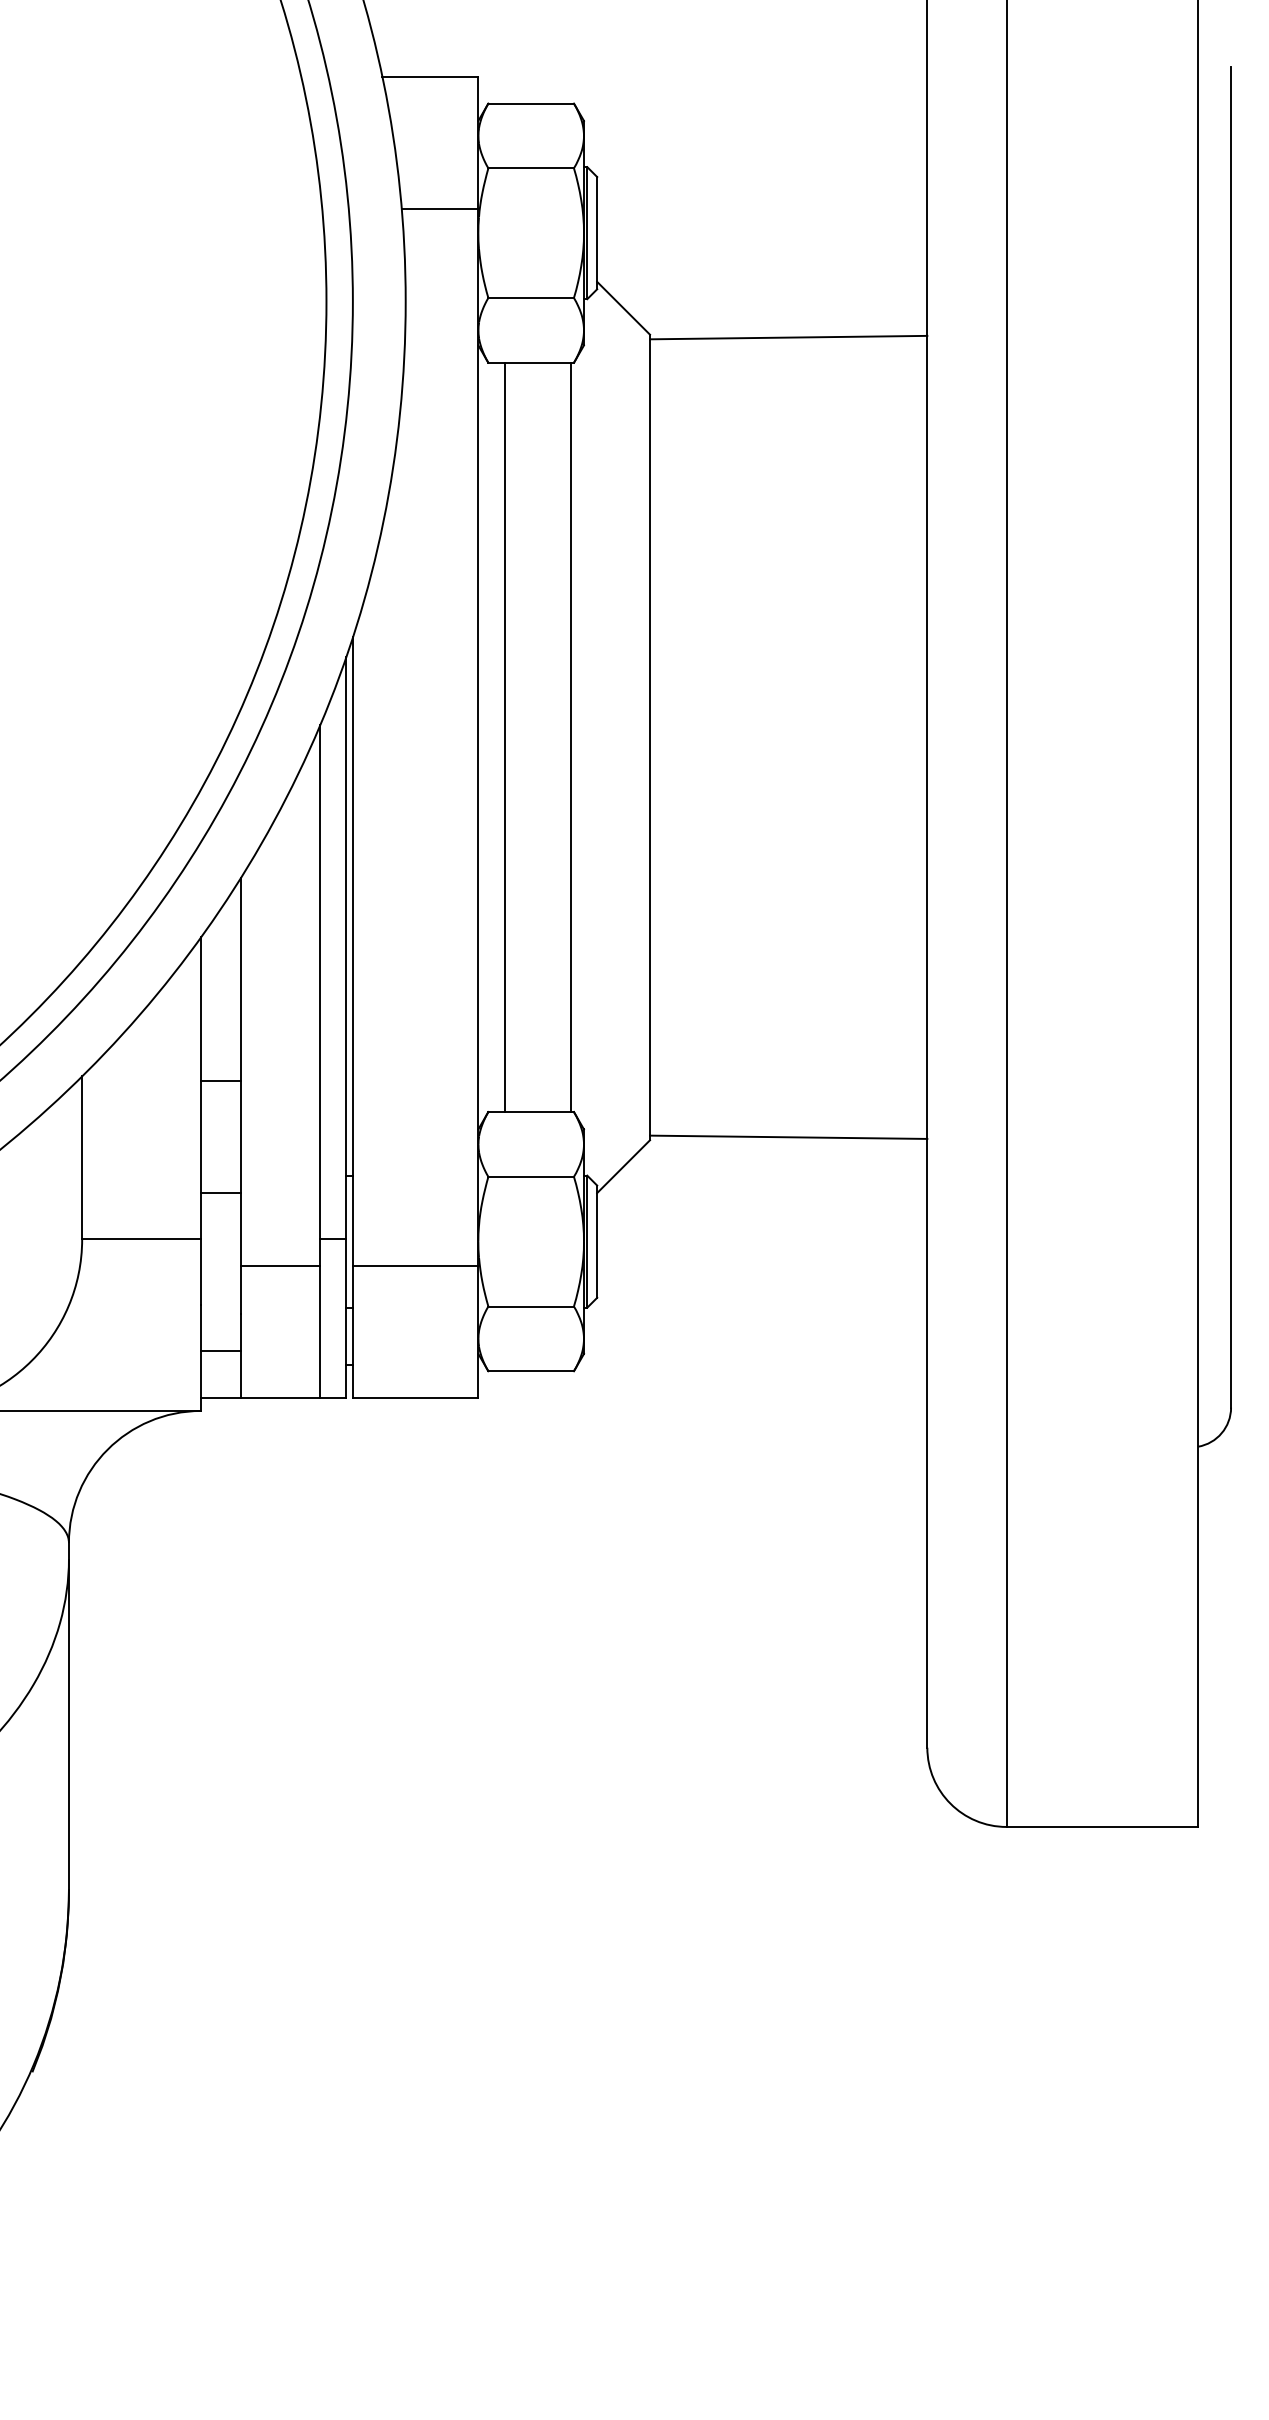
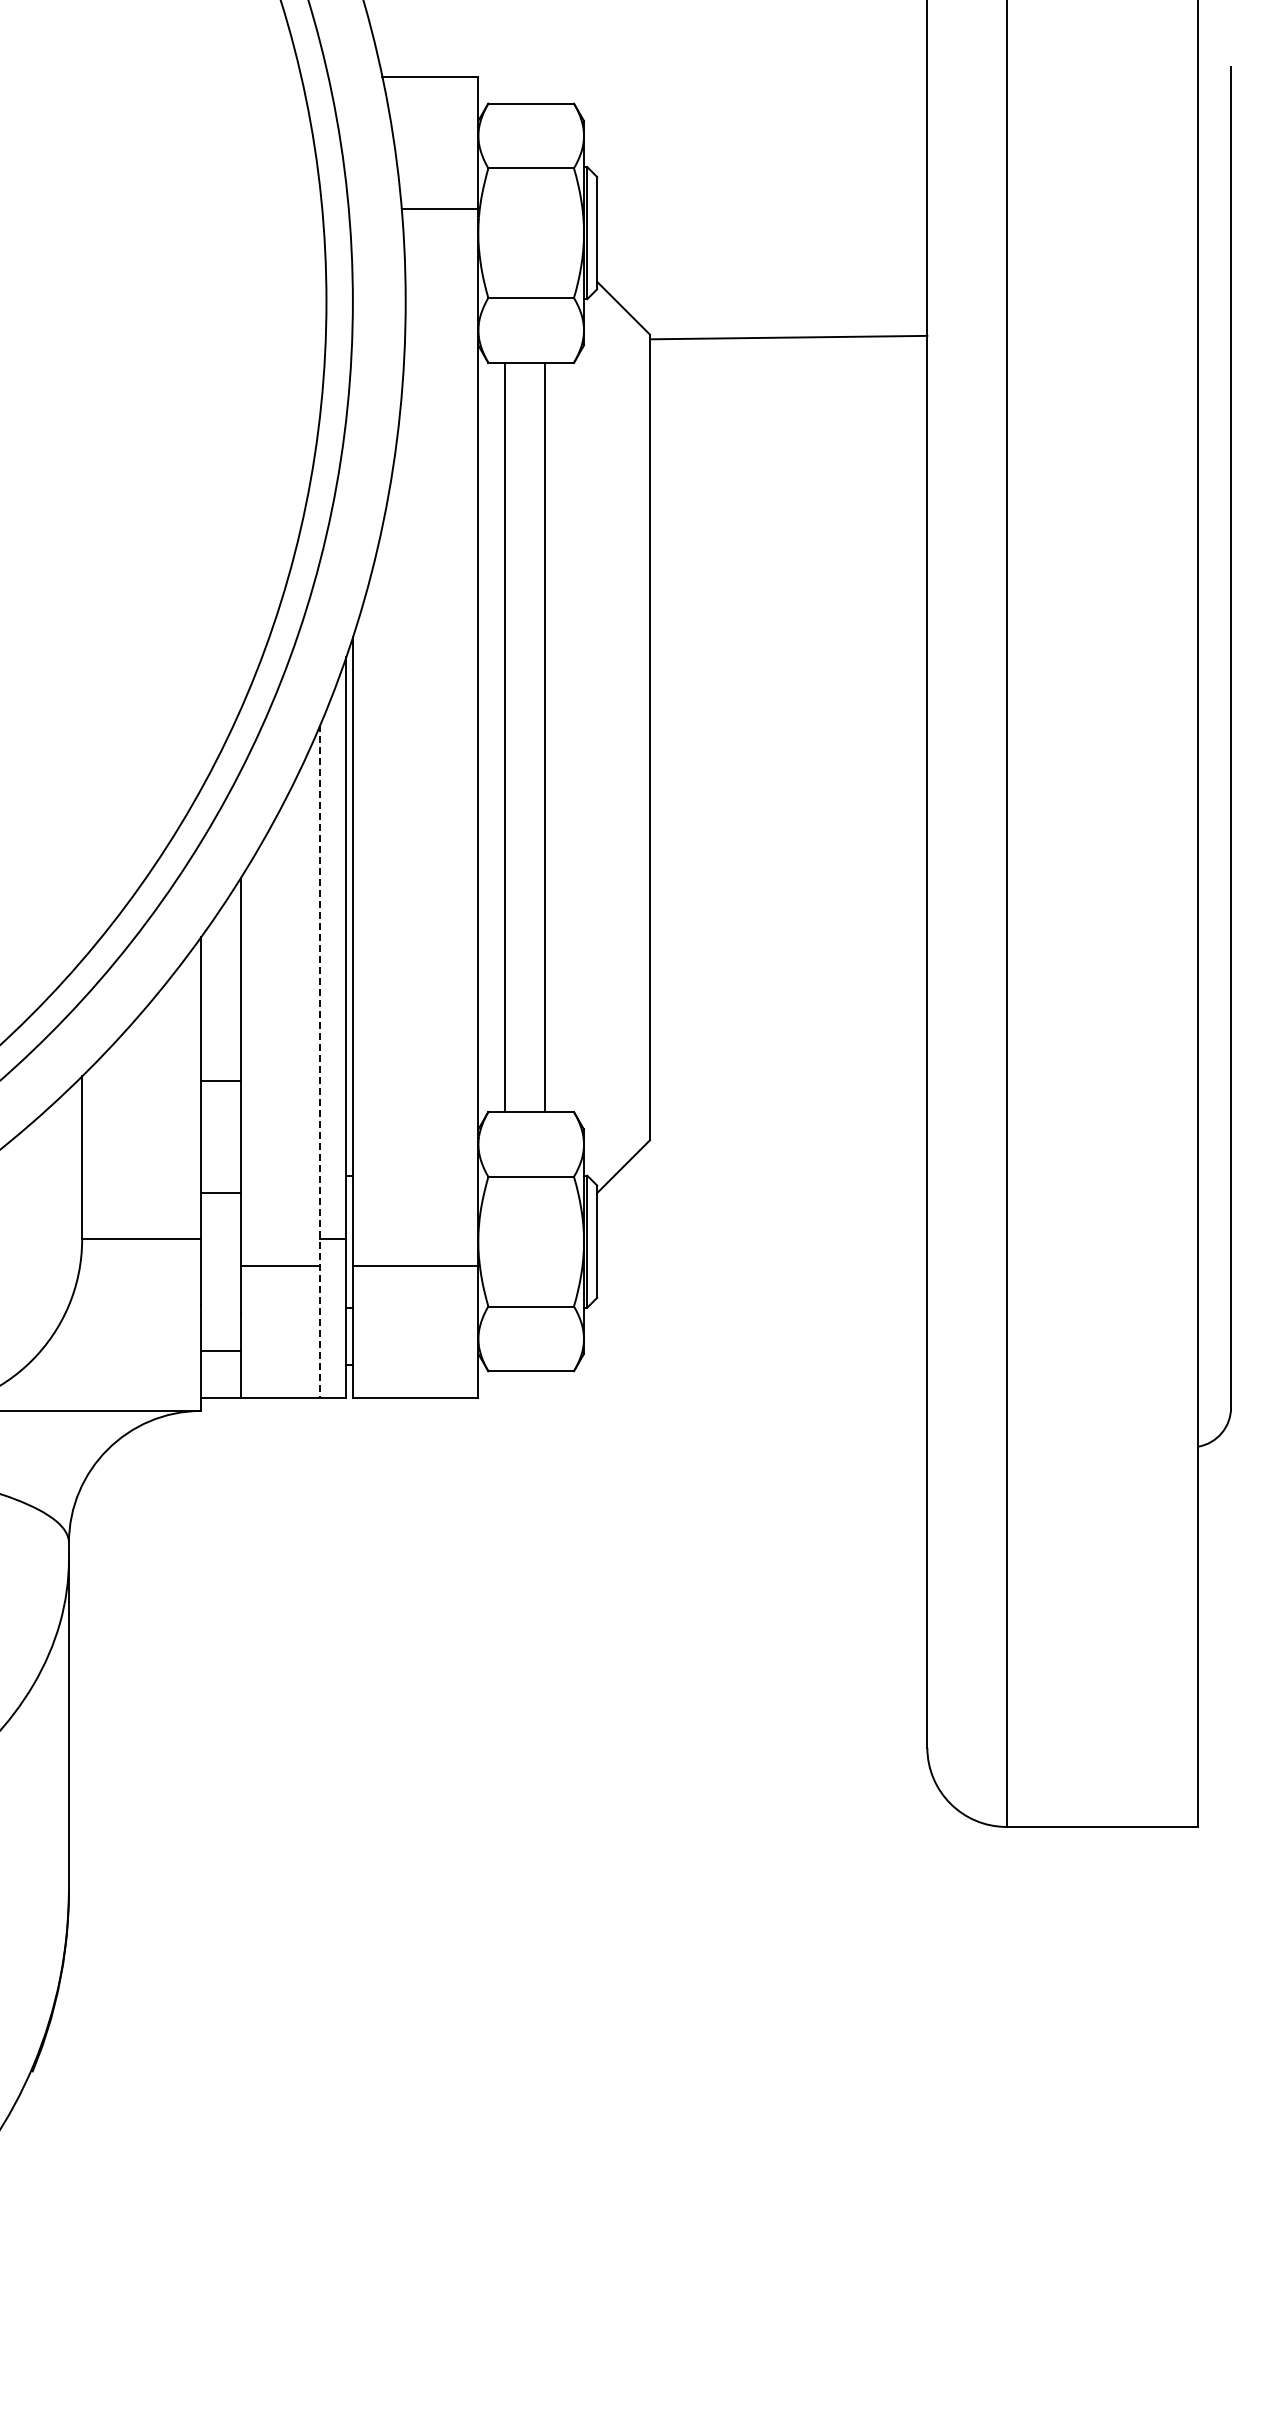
line at (570, 737) position: (570, 737) -> (544, 737)
line at (319, 1062): solid -> dashed
line at (788, 1136): present -> none
